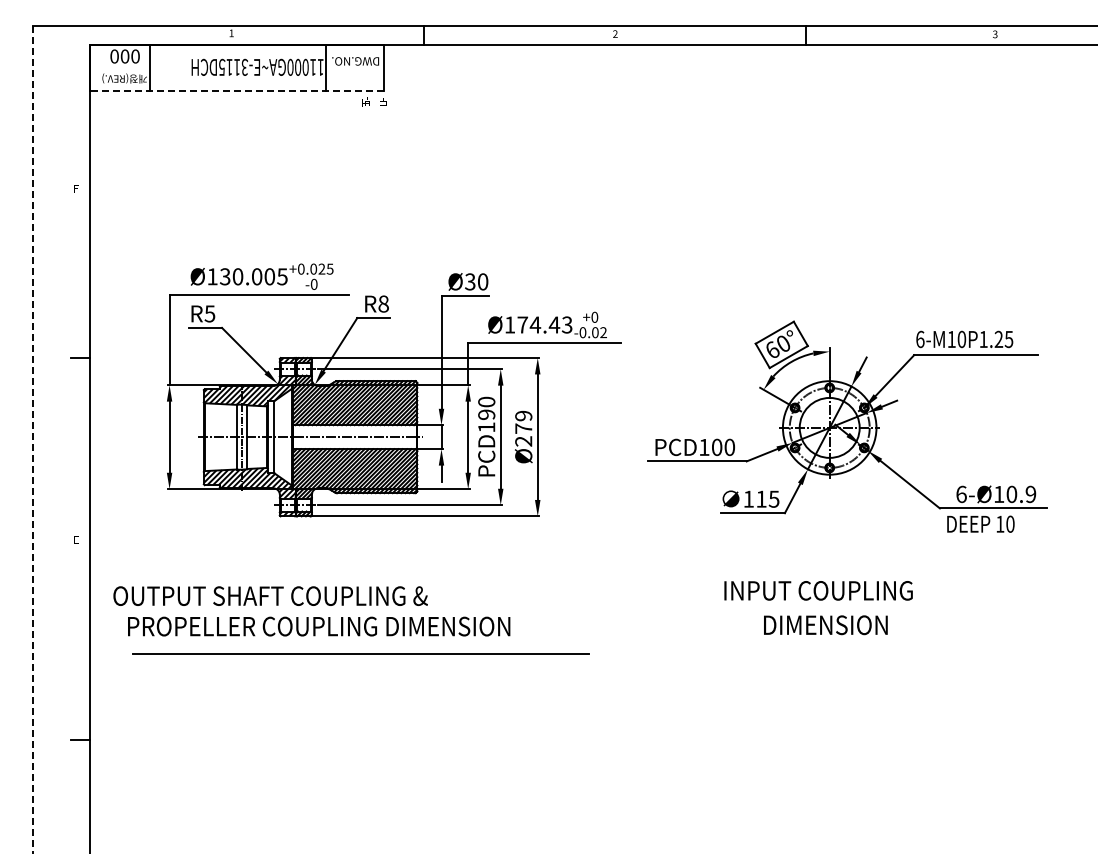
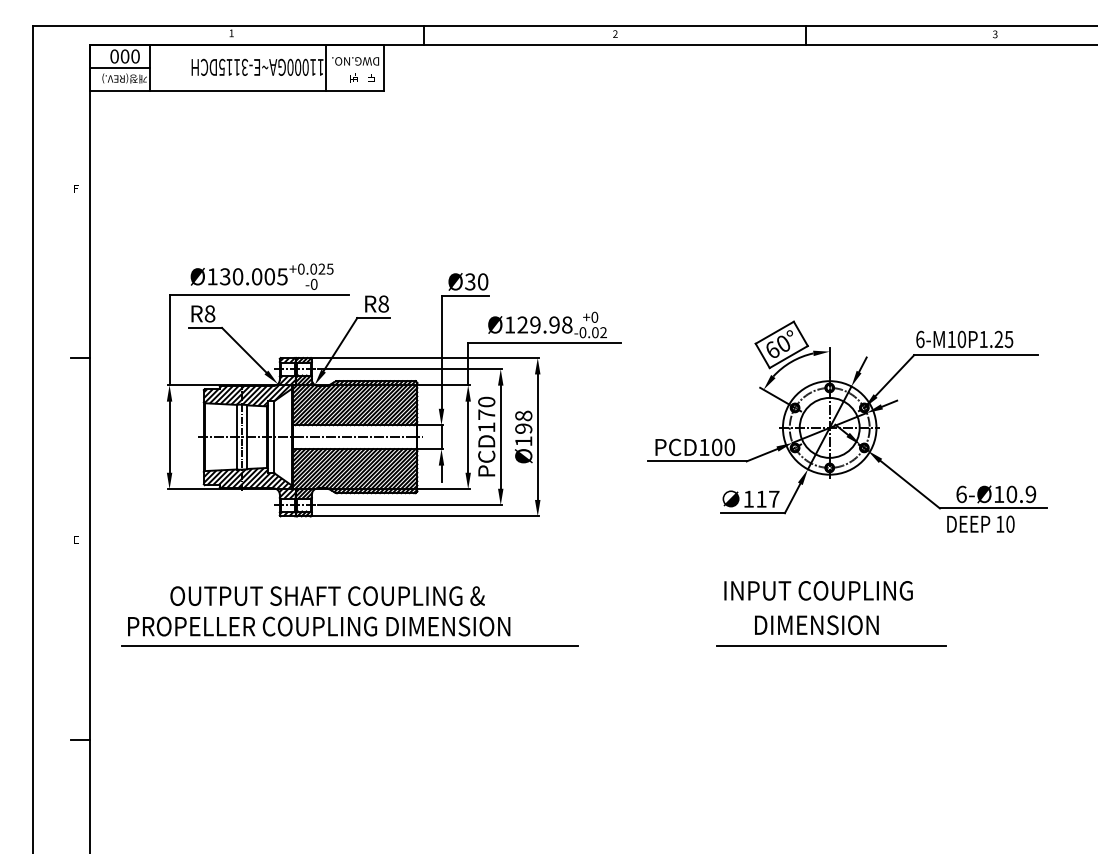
line at (120, 68): none -> present
line at (236, 91): dashed -> solid
text at (374, 101) position: (374, 101) -> (362, 77)
text at (209, 313): R5 -> R8
text at (544, 324): Ø174.43 -> Ø129.98
text at (486, 414): PCD190 -> PCD170
text at (523, 428): Ø279 -> Ø198
line at (32, 439): dashed -> solid
text at (773, 498): 115 -> 117
text at (270, 595) position: (270, 595) -> (327, 595)
text at (825, 625) position: (825, 625) -> (816, 625)
line at (831, 645): none -> present
line at (360, 653) position: (360, 653) -> (349, 645)
